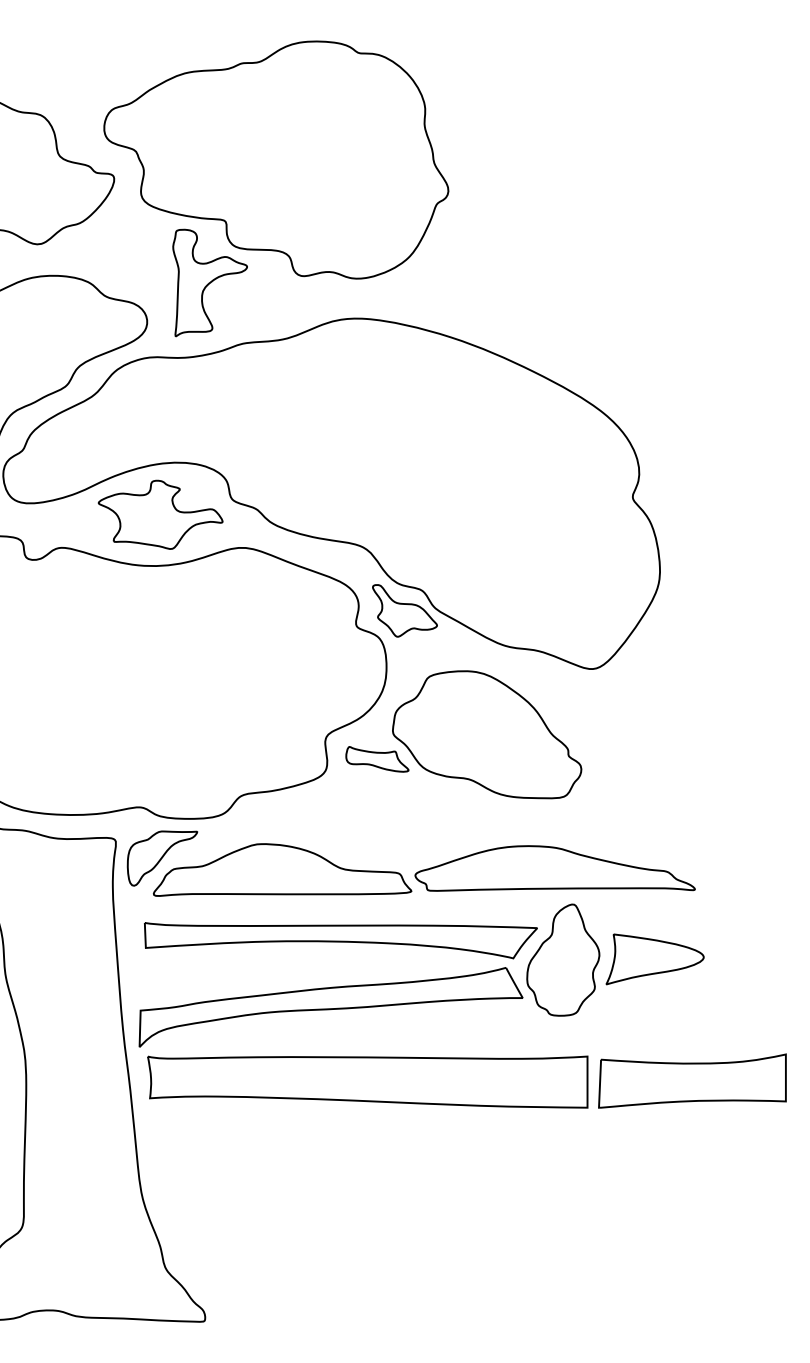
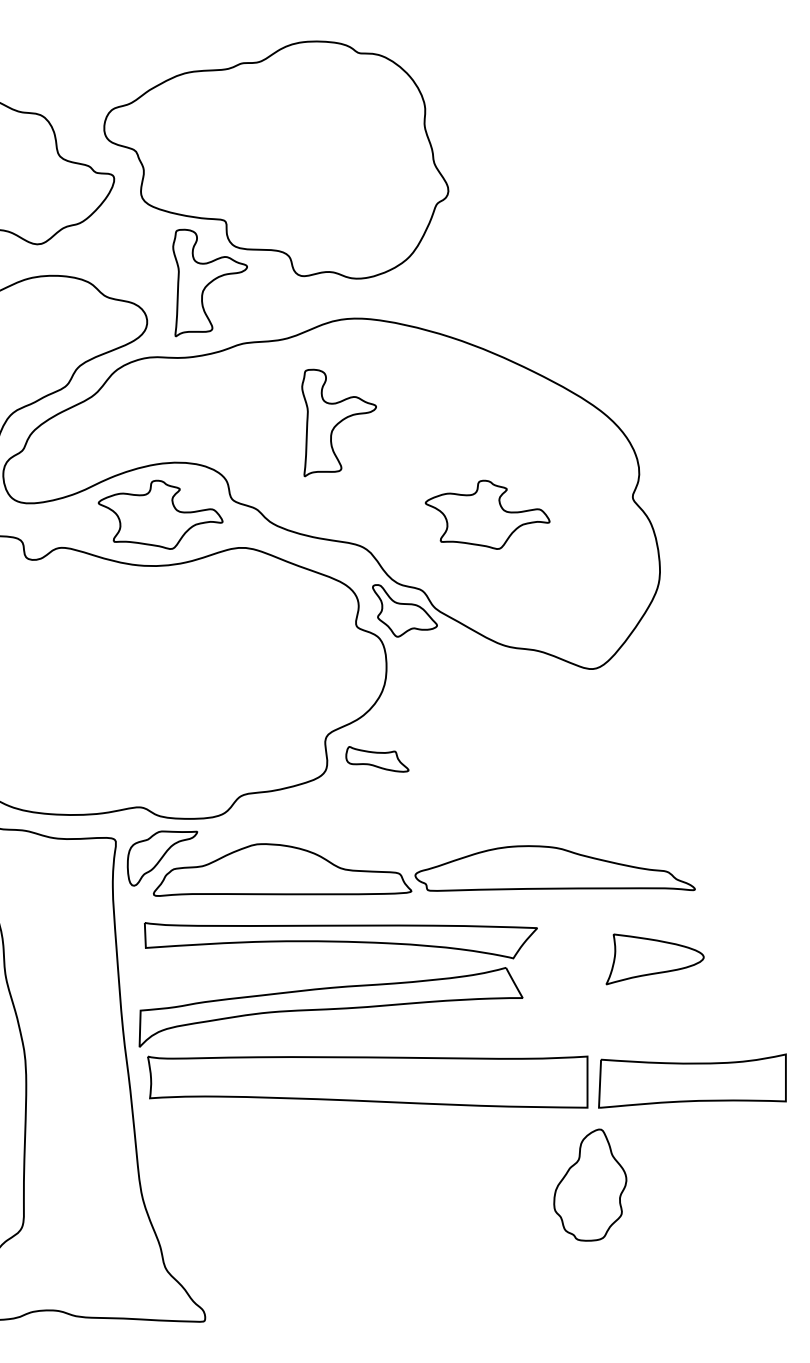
part at (338, 422): none -> present
part at (487, 514): none -> present
part at (487, 734): present -> none
part at (563, 959) position: (563, 959) -> (590, 1184)
